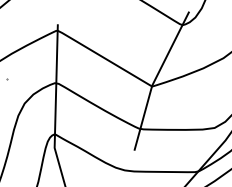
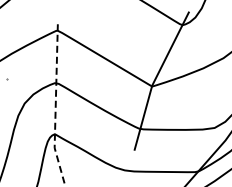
line at (55, 106): solid -> dashed
